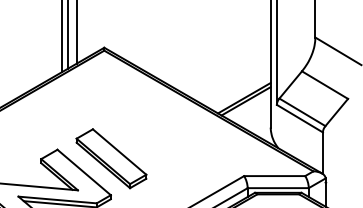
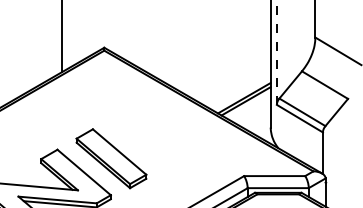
line at (76, 32): present -> none
line at (68, 35): present -> none
line at (276, 52): solid -> dashed
